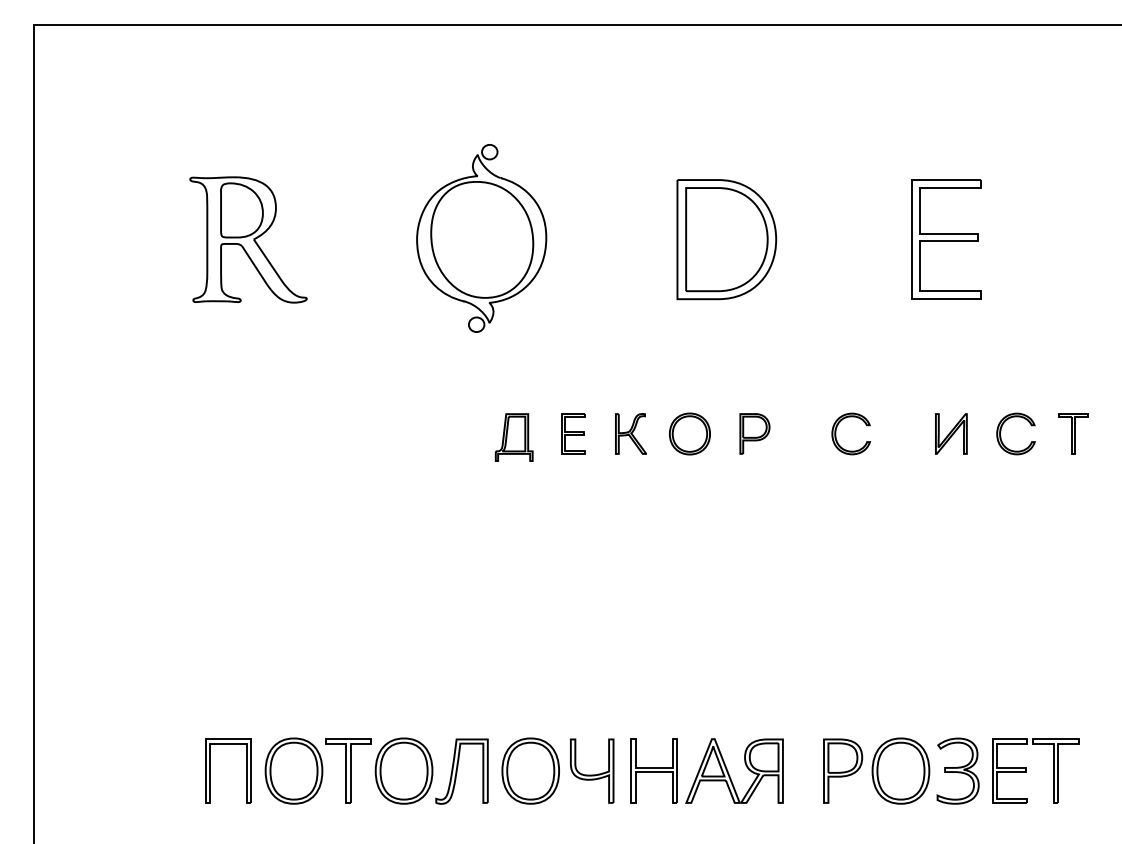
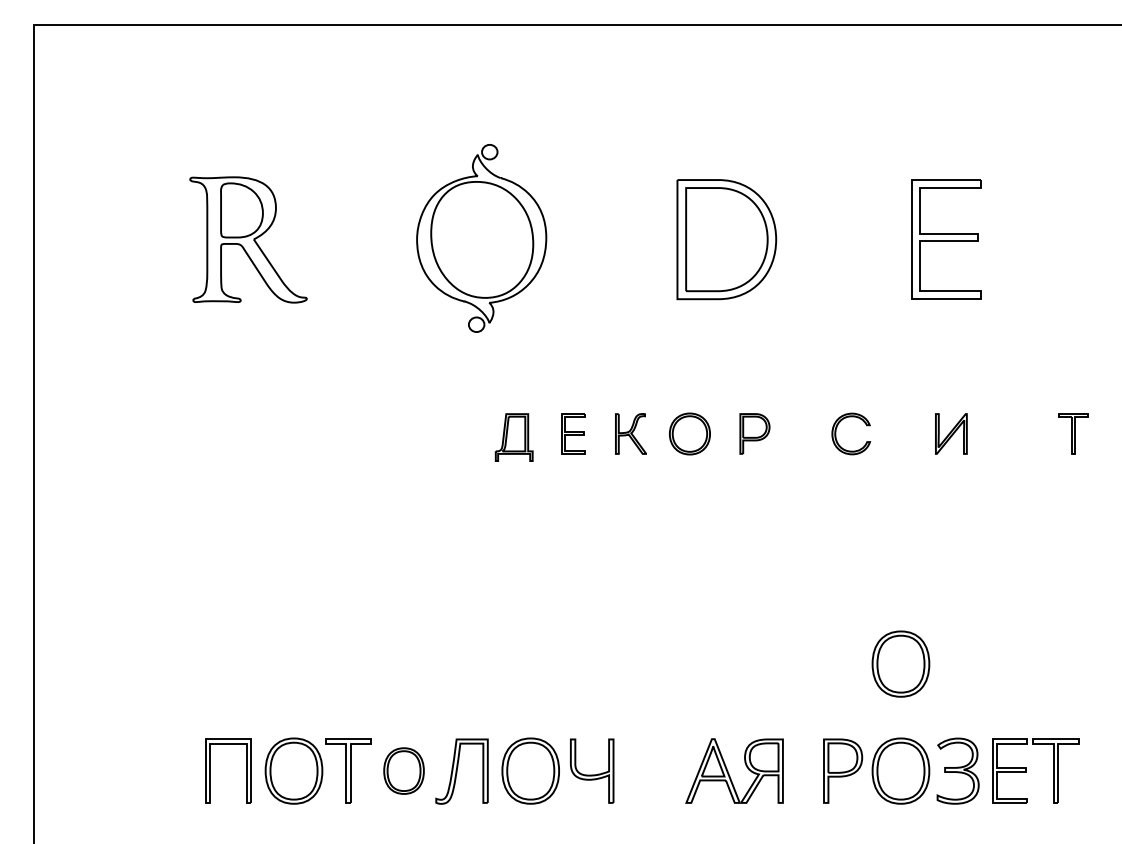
part at (1001, 431): present -> none
part at (900, 663): none -> present
part at (403, 770) size: 60x68 px -> 42x48 px
part at (653, 770): present -> none
